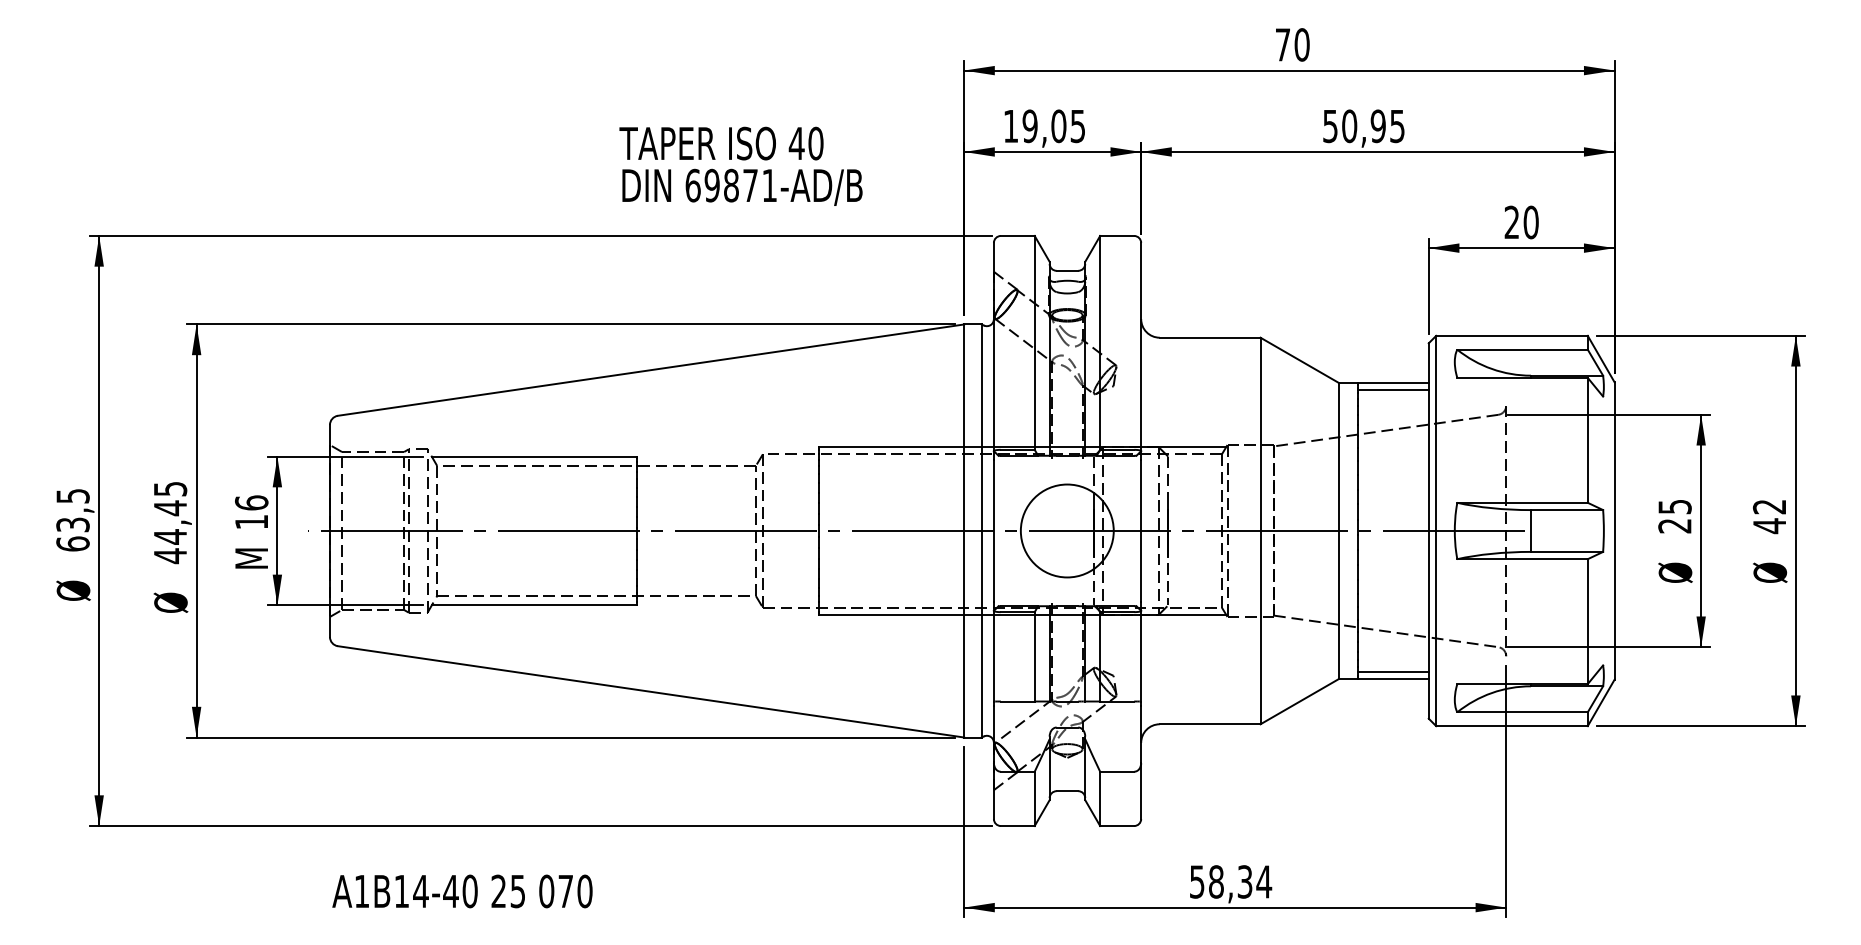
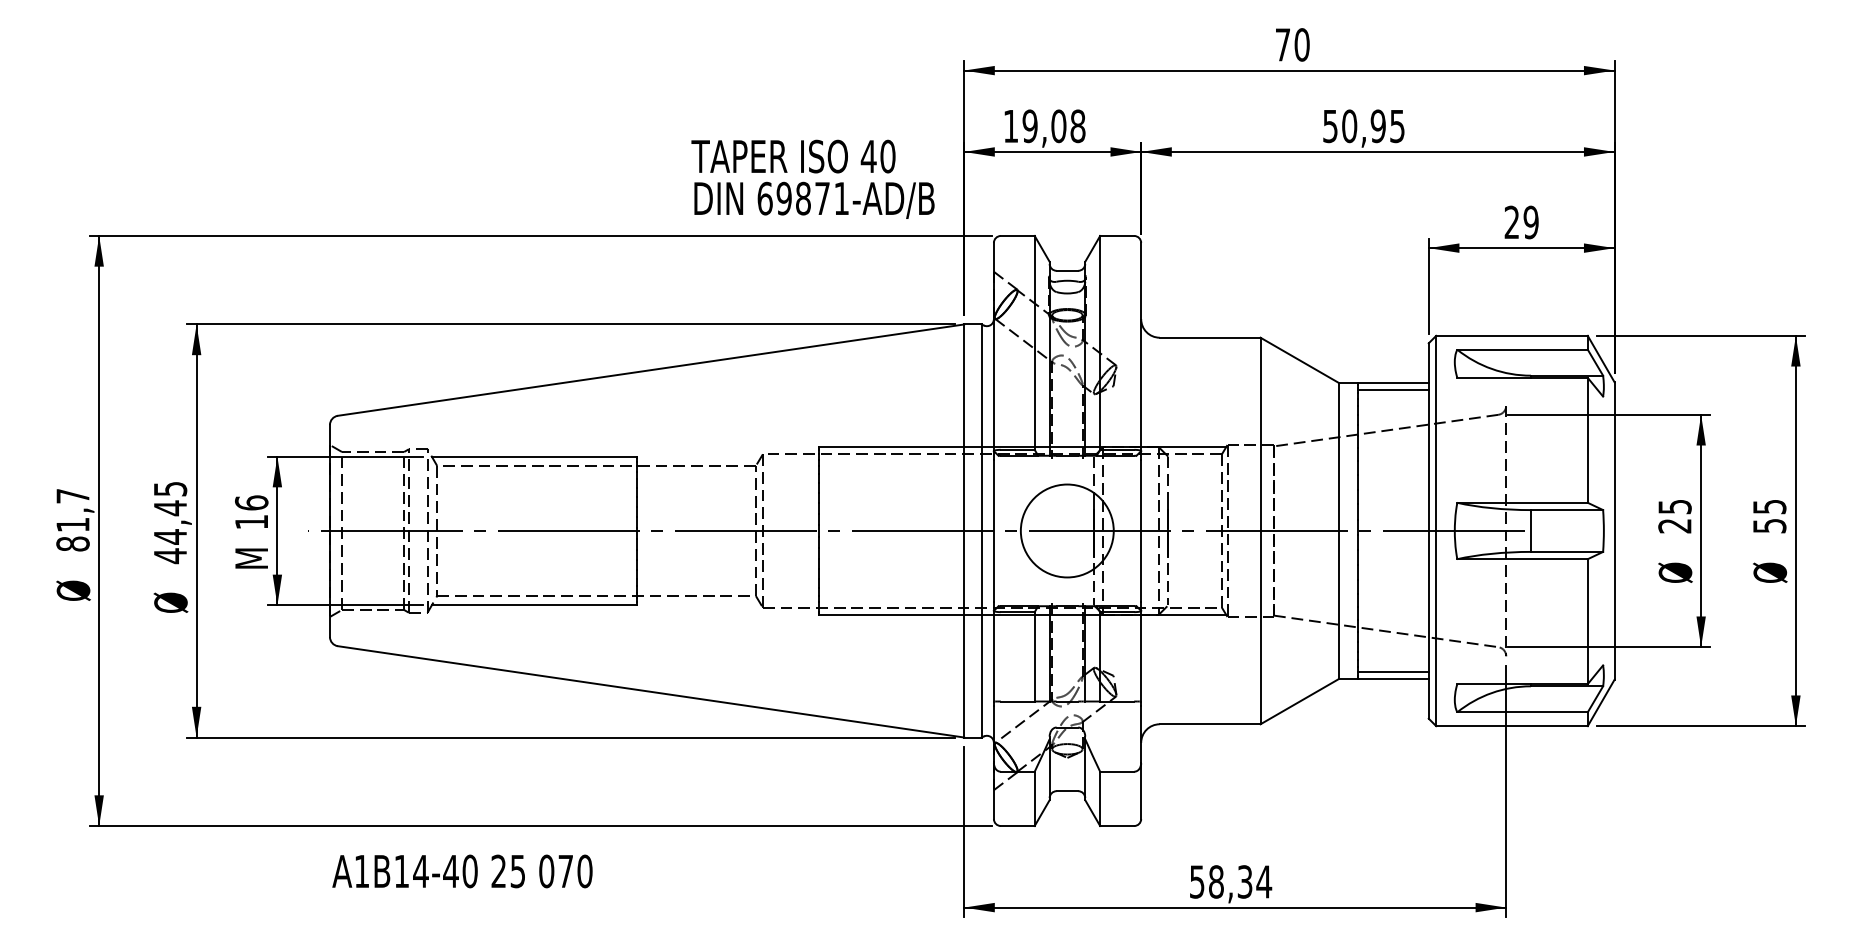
text at (1077, 126): 19,05 -> 19,08
text at (740, 165) position: (740, 165) -> (812, 178)
text at (1530, 222): 20 -> 29
text at (1769, 517): 42 -> 55
text at (72, 520): 63,5 -> 81,7
text at (462, 891) position: (462, 891) -> (462, 871)
